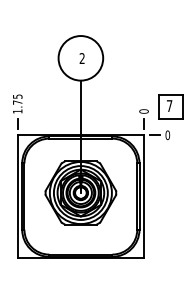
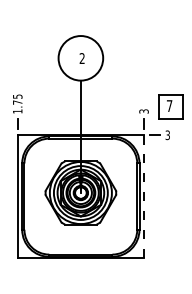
text at (143, 111): 0 -> 3
text at (167, 134): 0 -> 3
line at (144, 196): solid -> dashed
